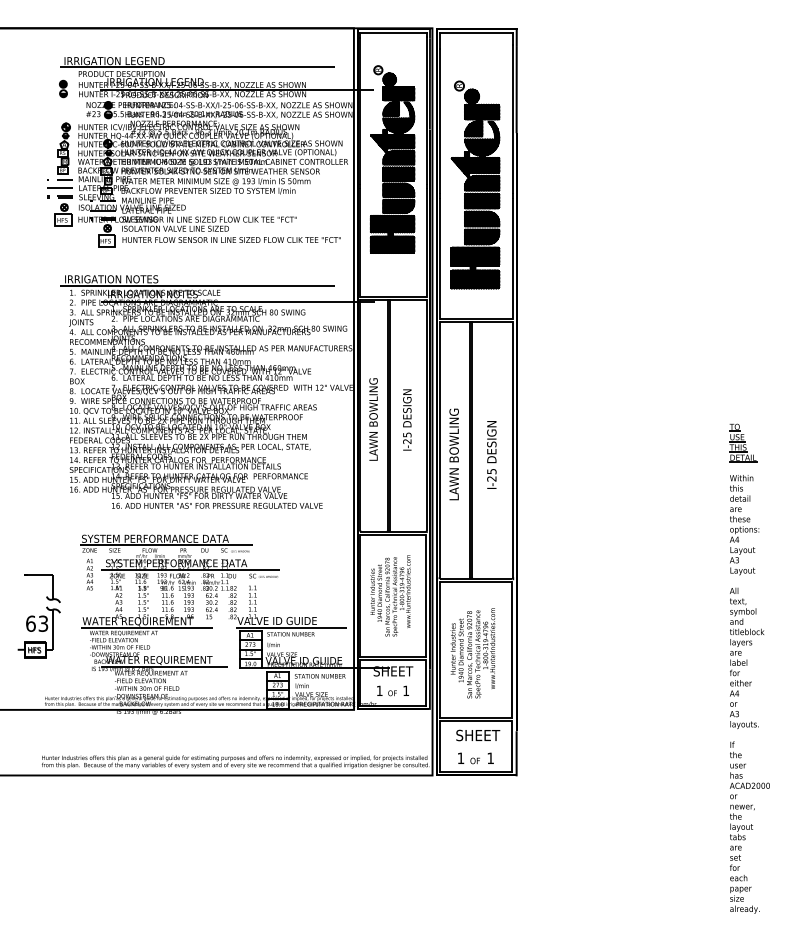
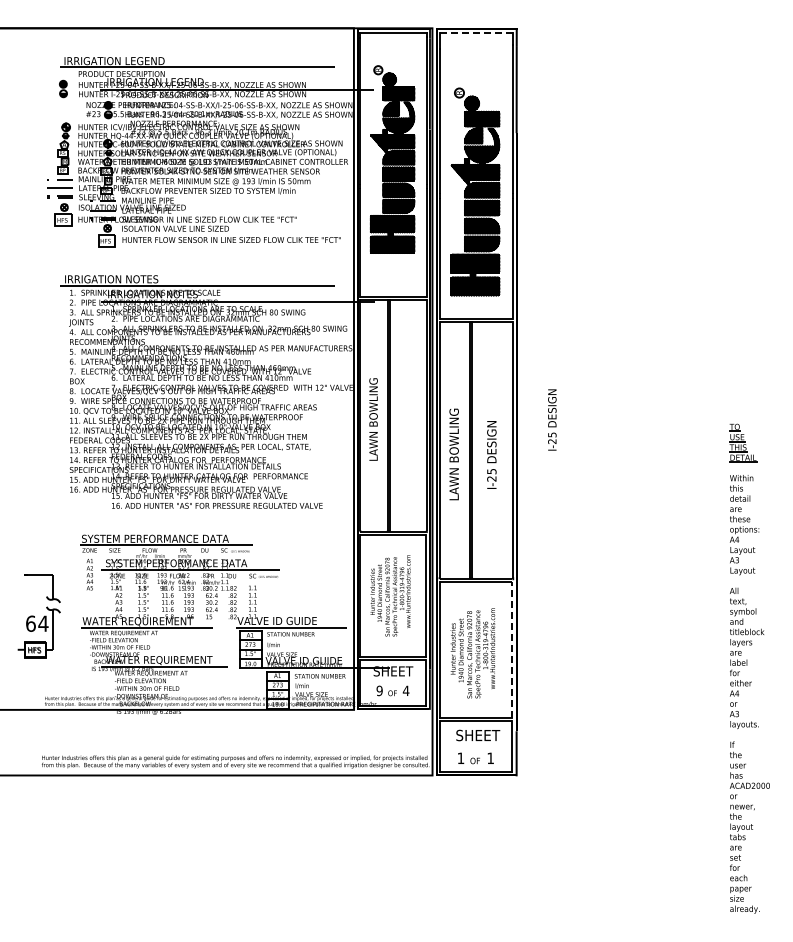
line at (476, 33): solid -> dashed
part at (475, 184) position: (475, 184) -> (475, 191)
text at (407, 419) position: (407, 419) -> (552, 419)
text at (43, 623): 63 -> 64
line at (512, 649): solid -> dashed
text at (379, 690): 1 -> 9
text at (405, 690): 1 -> 4
